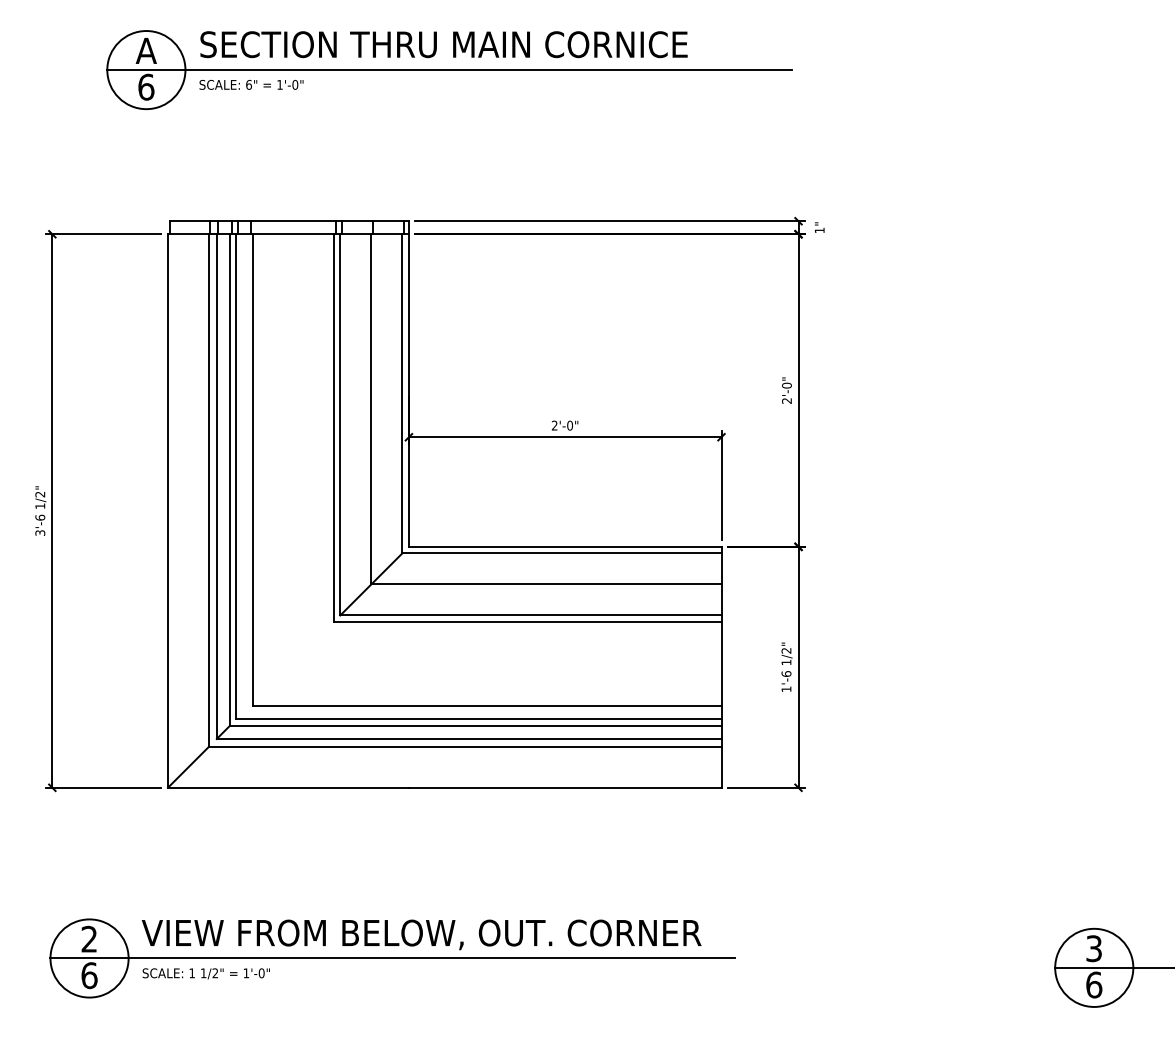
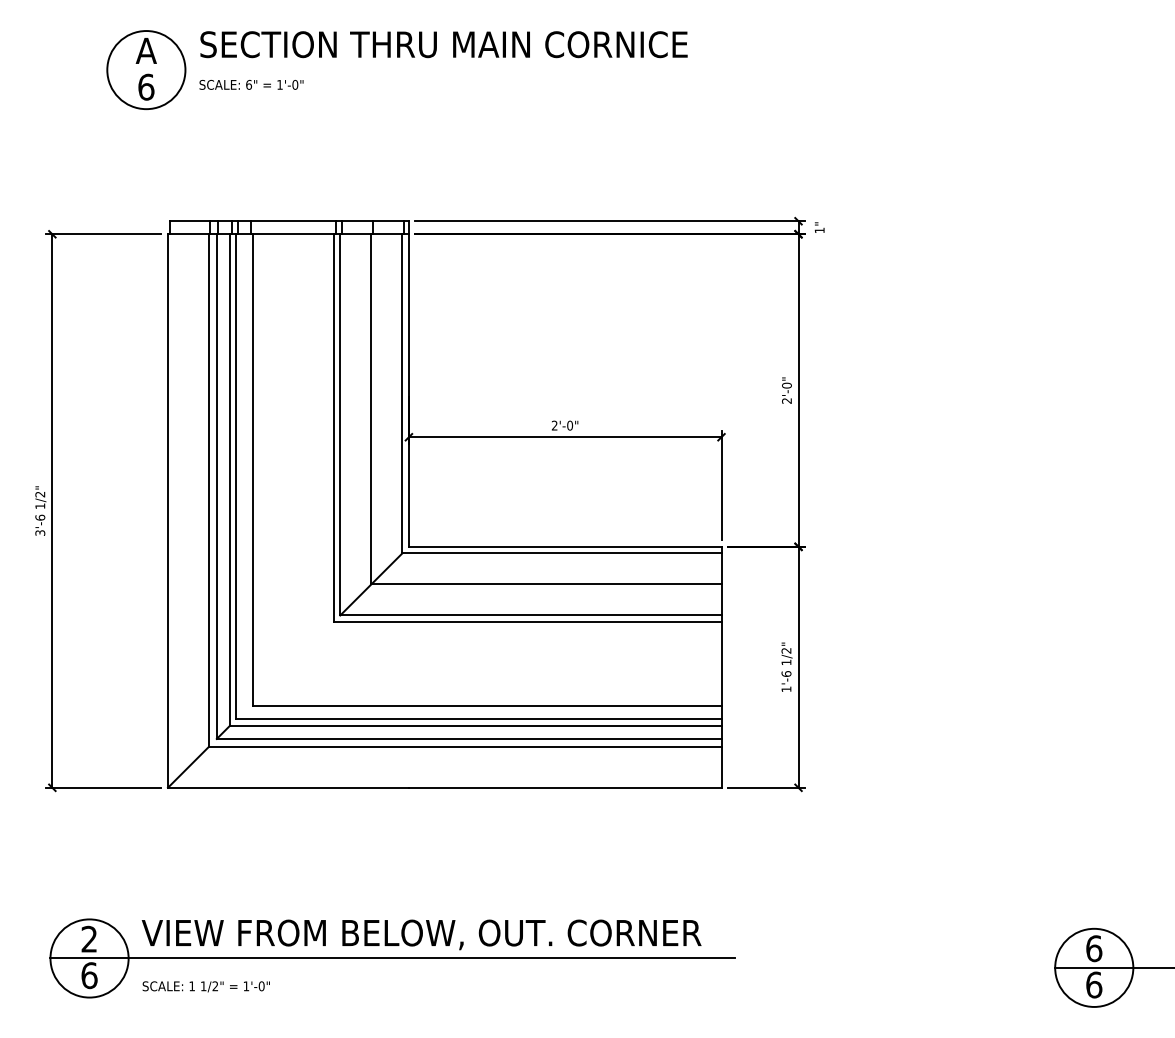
line at (449, 70): present -> none
text at (1094, 948): 3 -> 6
text at (205, 973) position: (205, 973) -> (205, 986)
